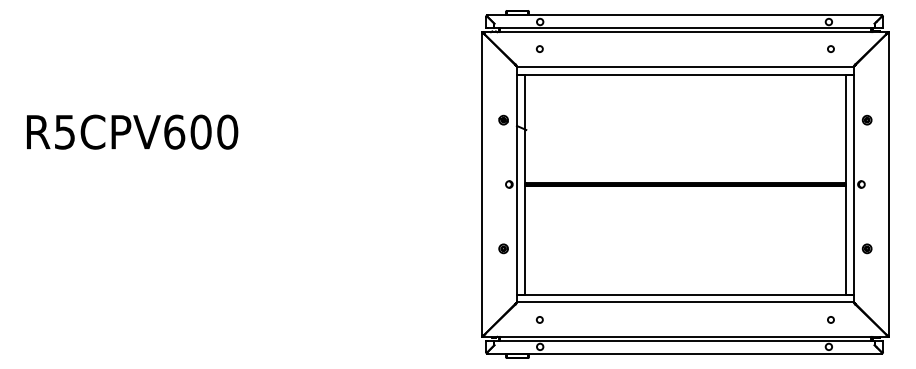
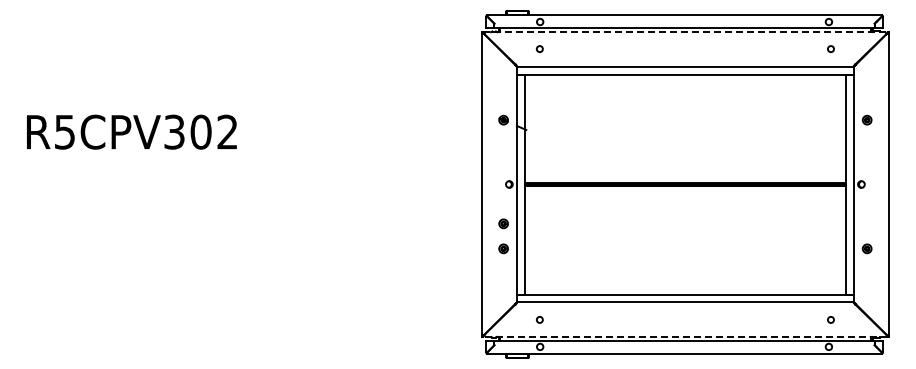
line at (685, 32): solid -> dashed
text at (201, 131): R5CPV600 -> R5CPV302
part at (503, 223): none -> present
line at (684, 336): solid -> dashed
